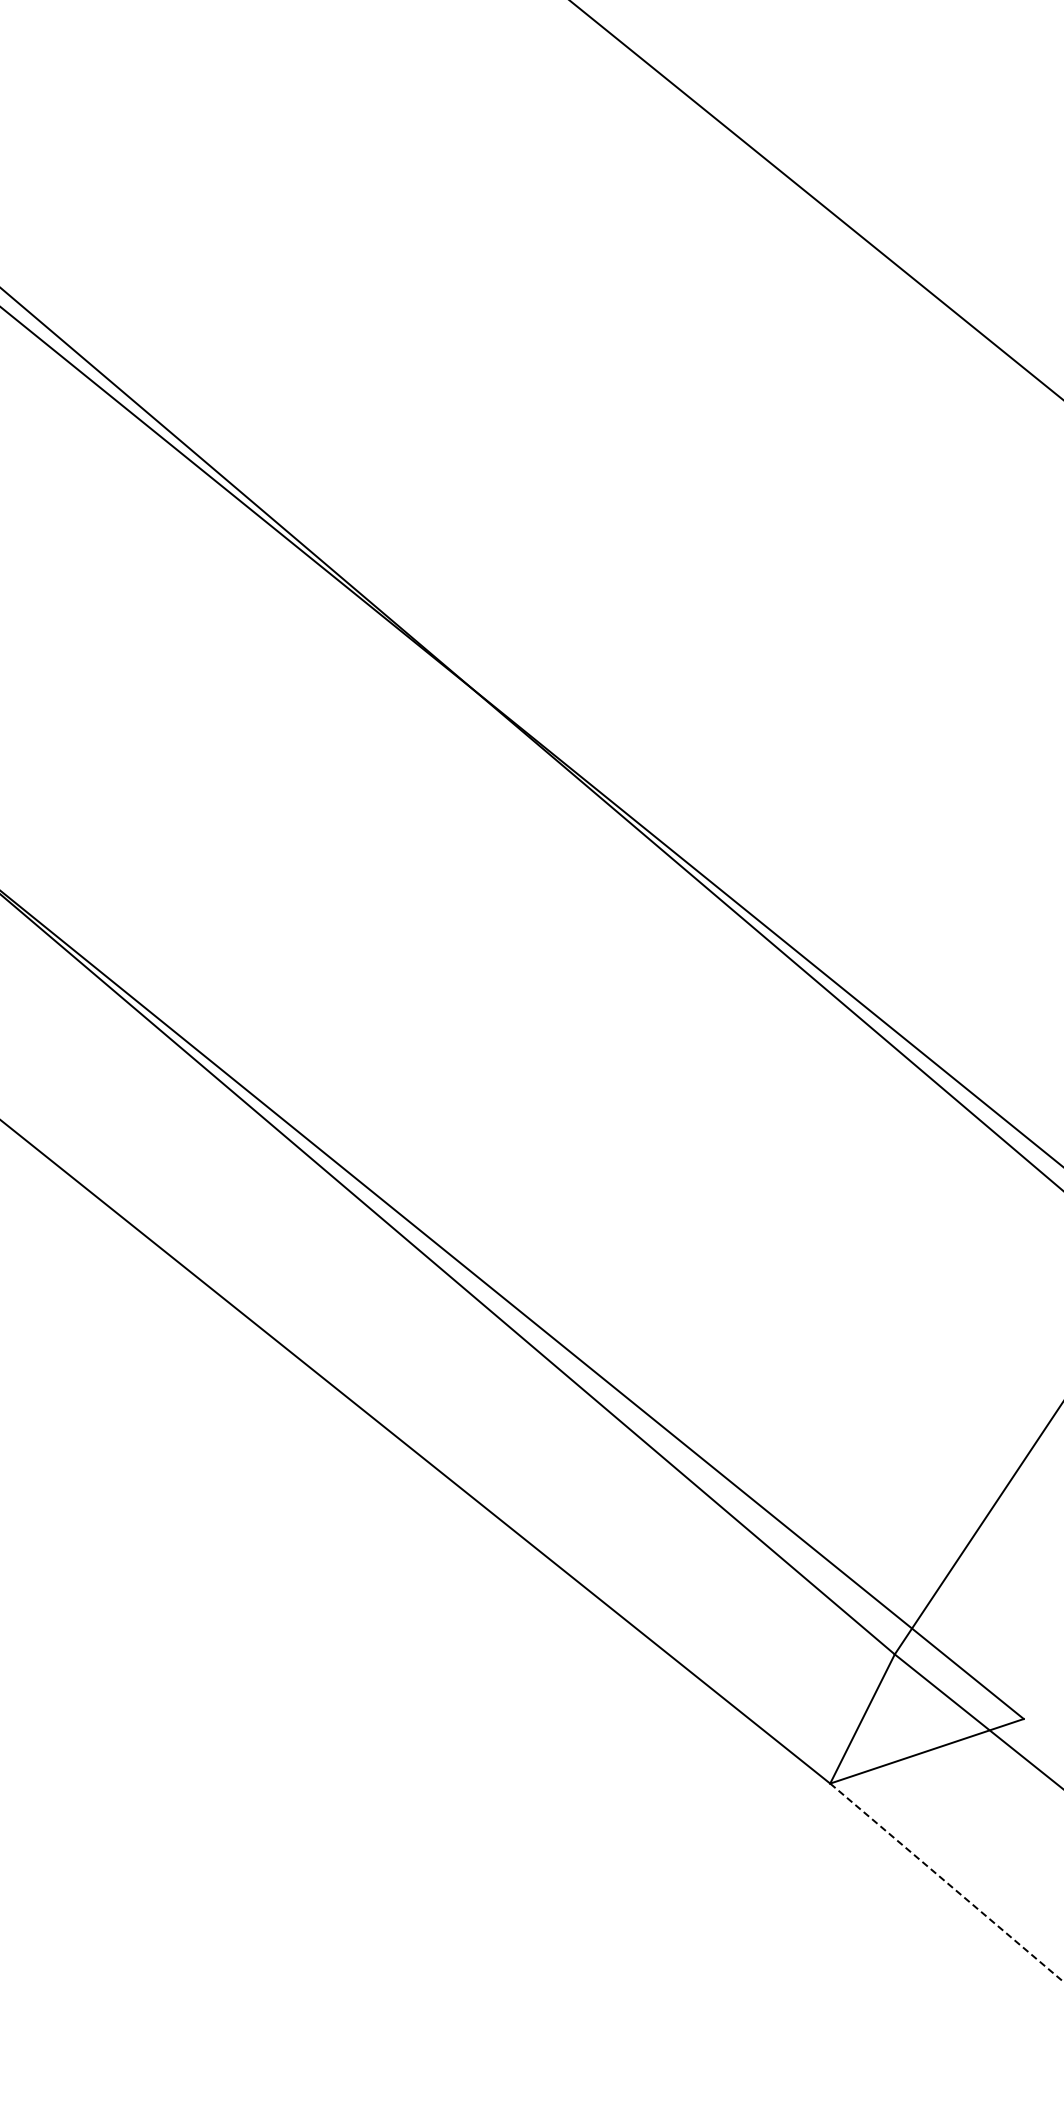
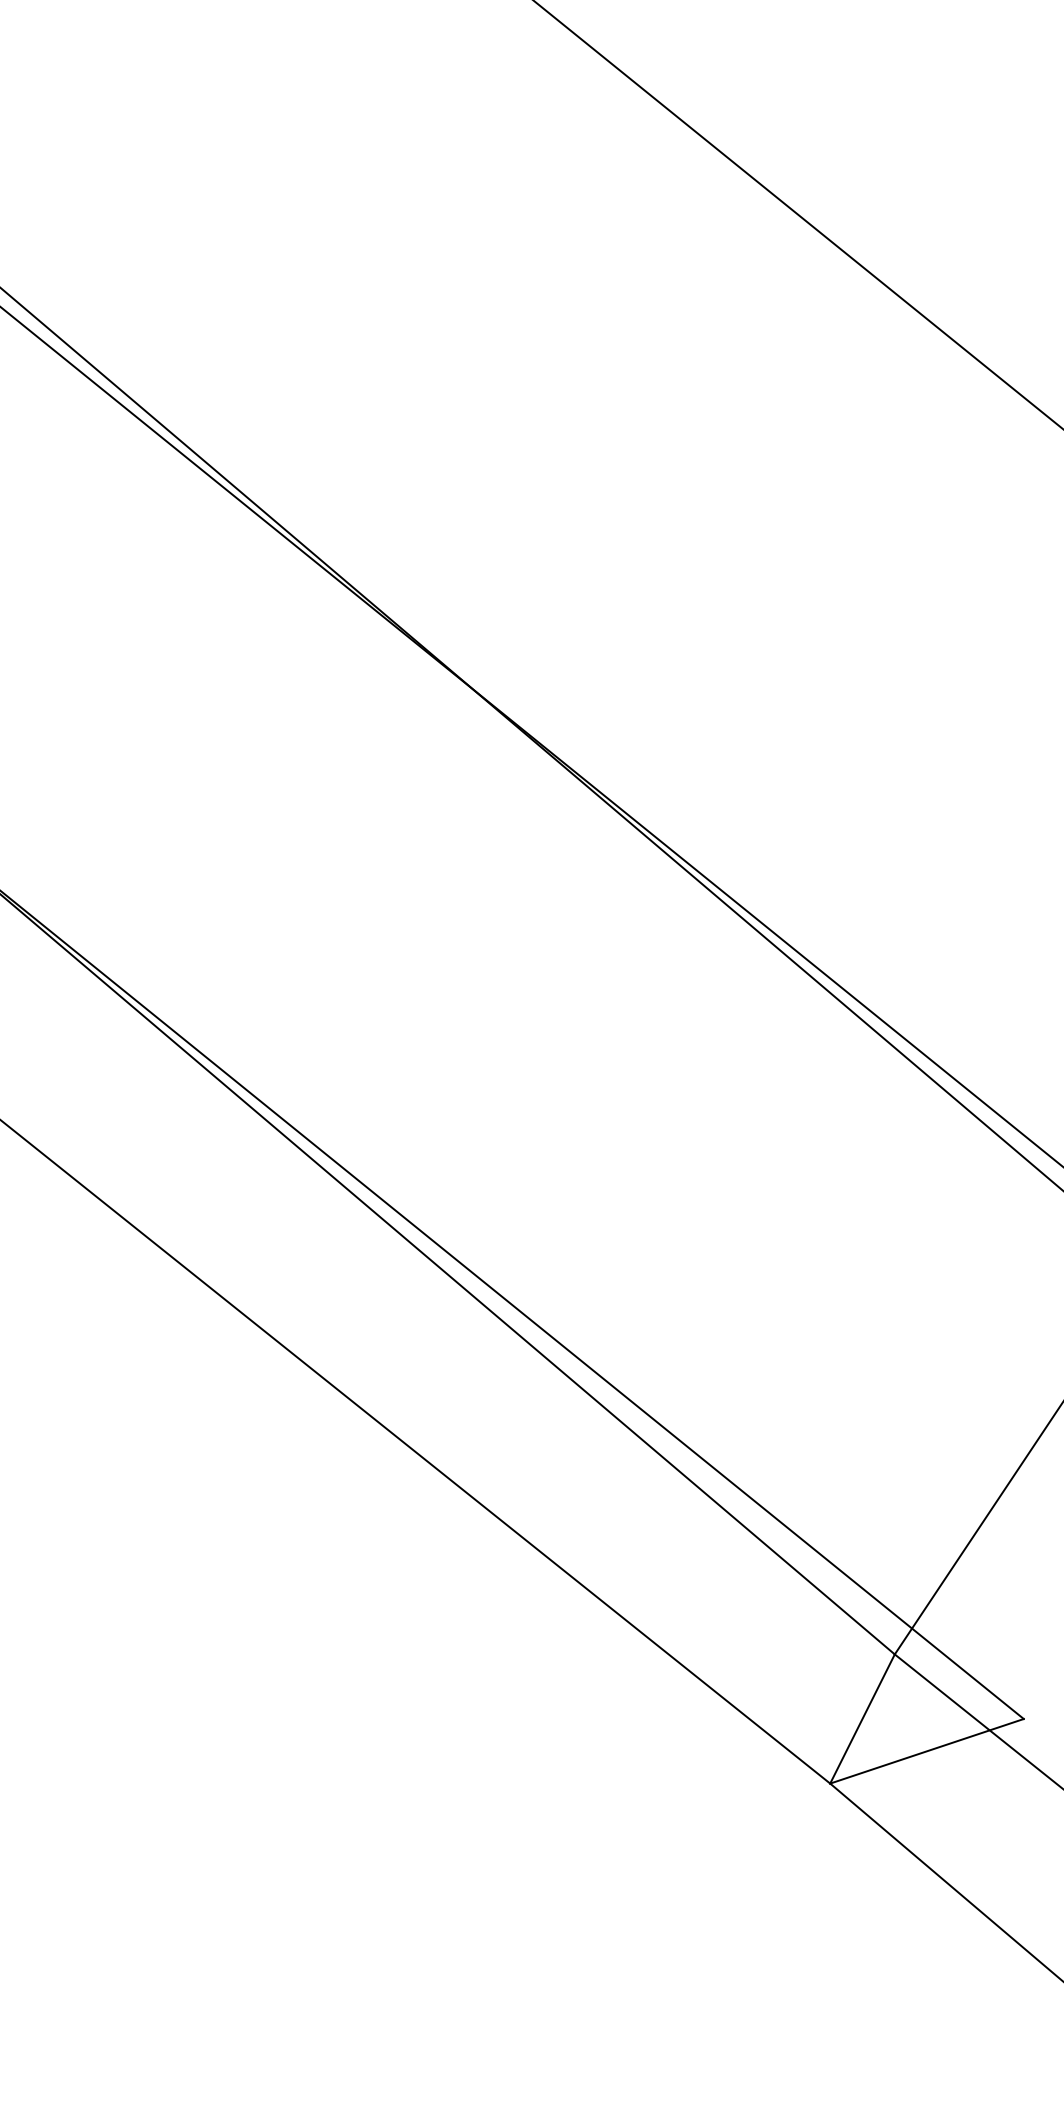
line at (815, 199) position: (815, 199) -> (798, 214)
line at (946, 1882): dashed -> solid
